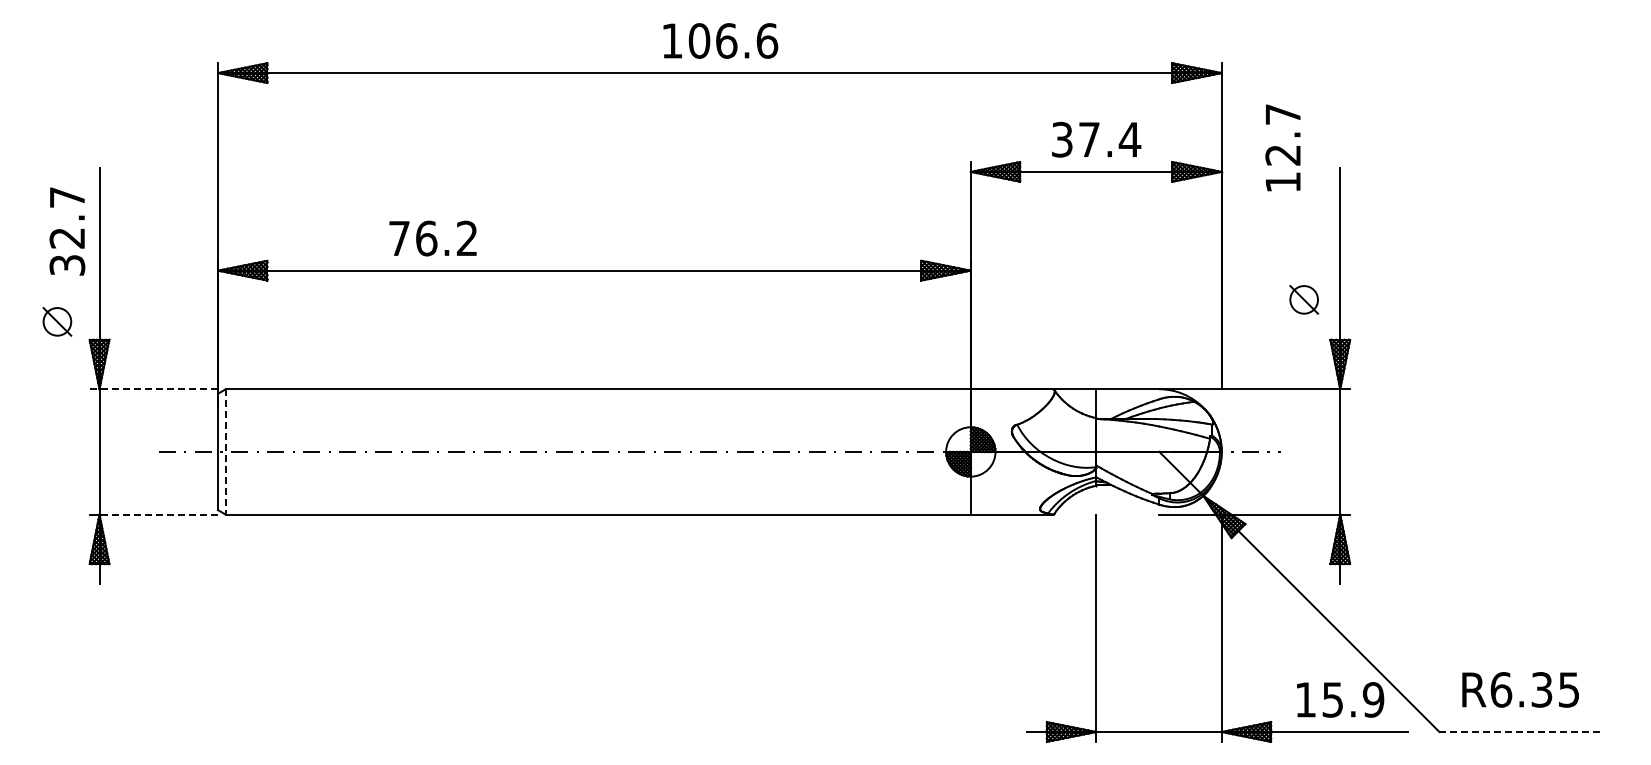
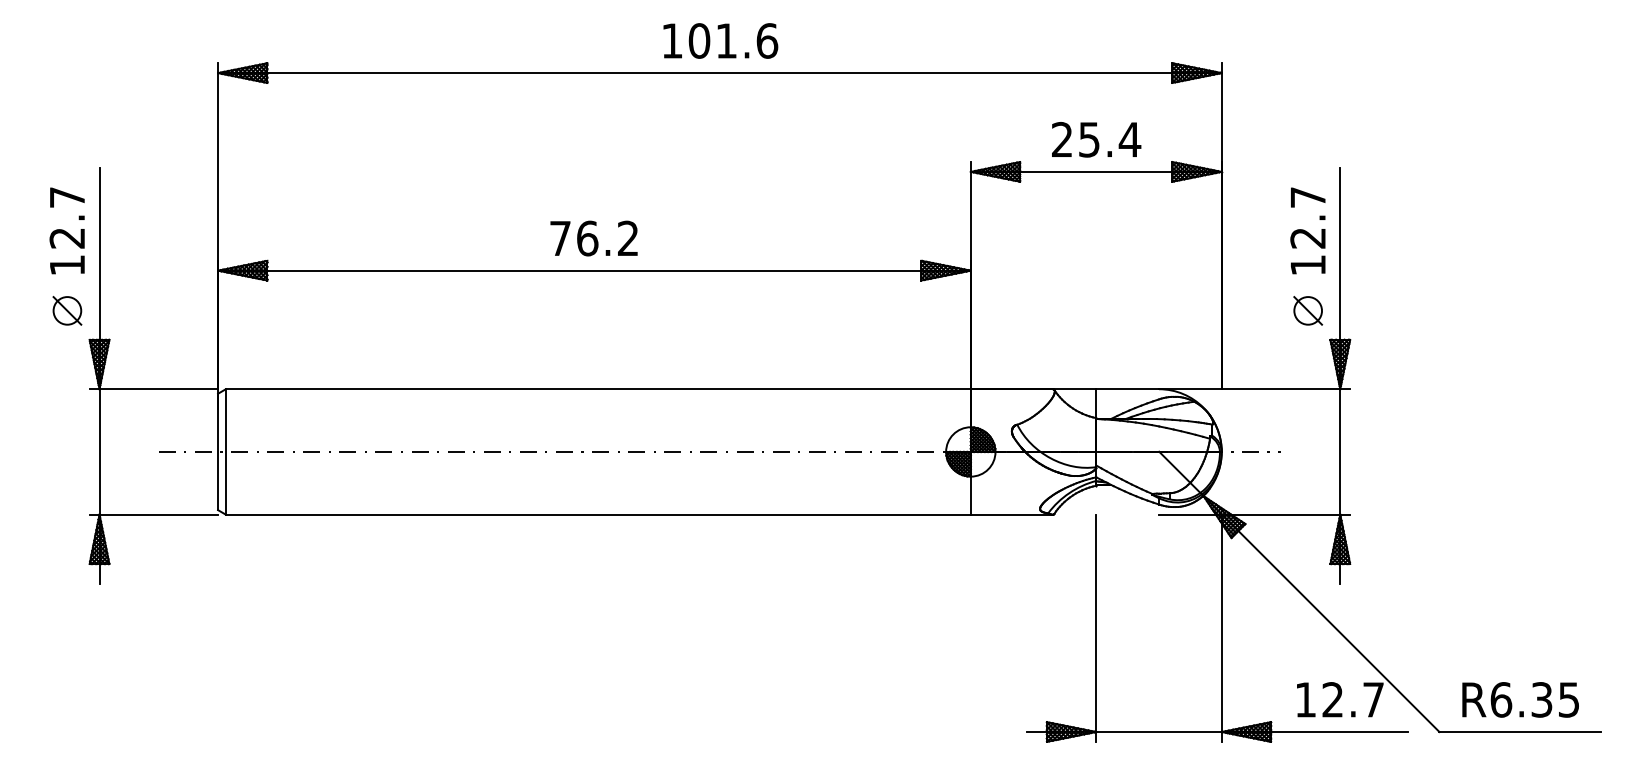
text at (726, 40): 106.6 -> 101.6
text at (1075, 139): 37.4 -> 25.4
text at (1282, 147) position: (1282, 147) -> (1307, 230)
text at (432, 238) position: (432, 238) -> (593, 238)
text at (67, 265): 32.7 -> 12.7
part at (1304, 299) position: (1304, 299) -> (1308, 310)
part at (57, 321) position: (57, 321) -> (67, 310)
line at (154, 389): dashed -> solid
line at (225, 451): dashed -> solid
line at (158, 514): dashed -> solid
text at (1520, 689) position: (1520, 689) -> (1520, 699)
text at (1353, 699): 15.9 -> 12.7
line at (1520, 732): dashed -> solid
